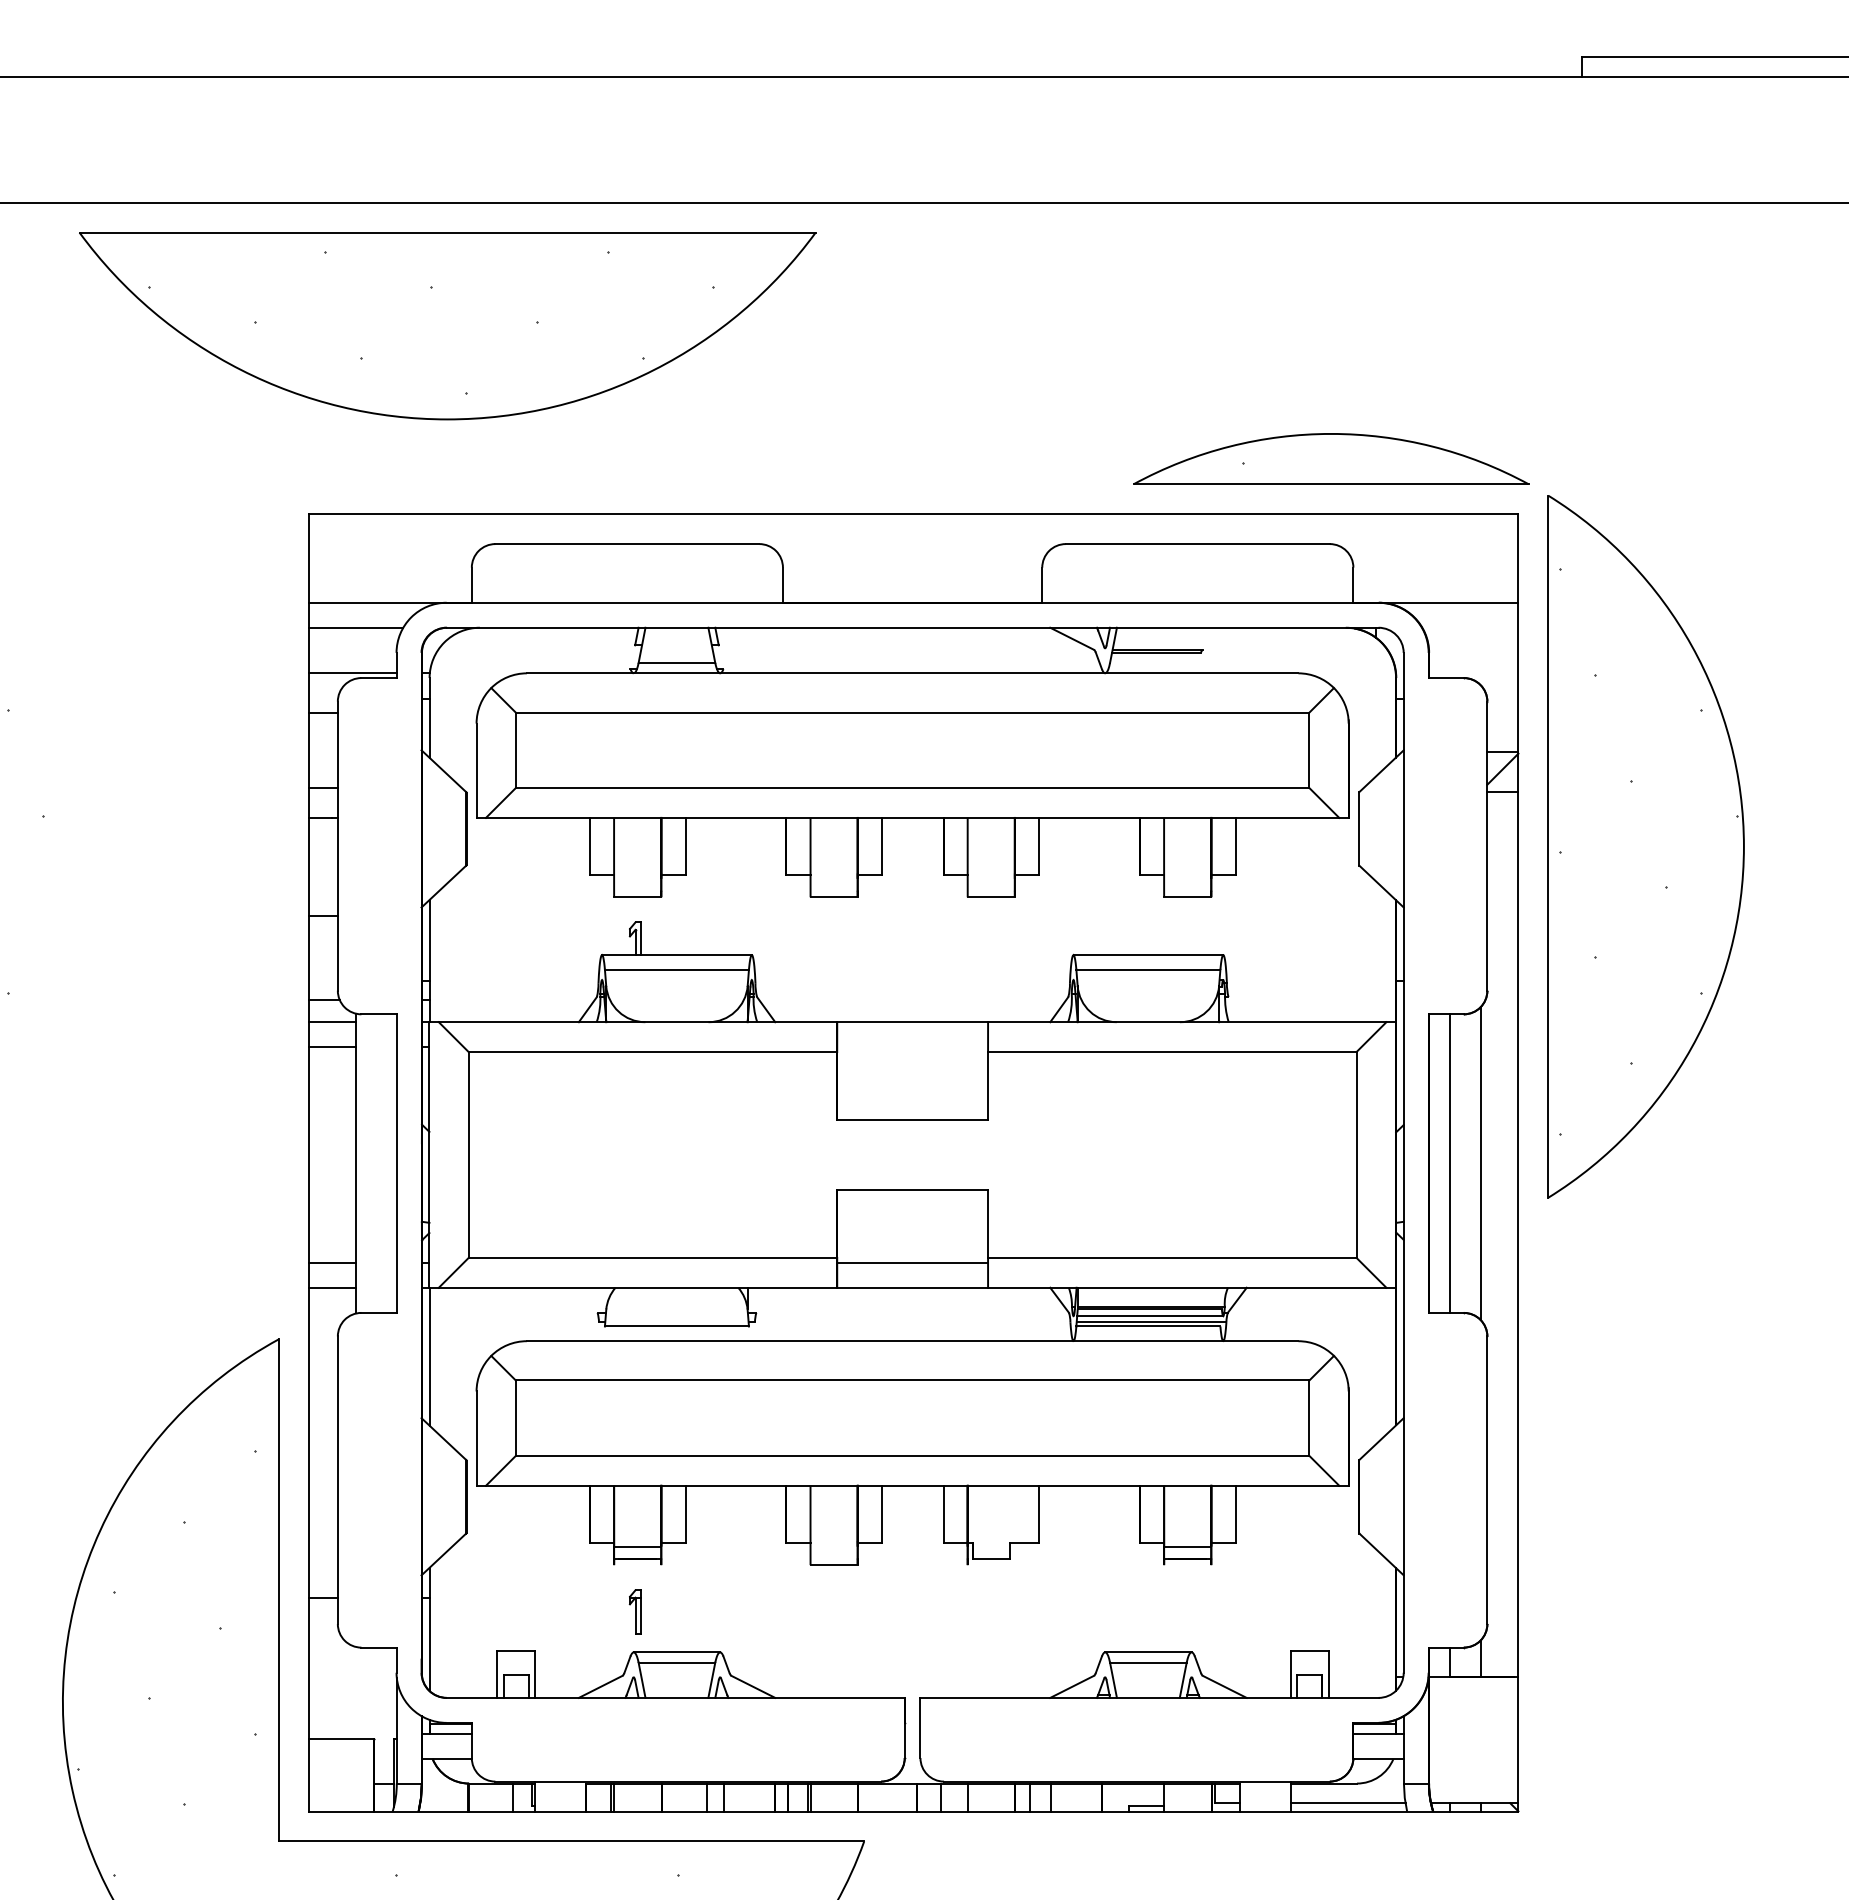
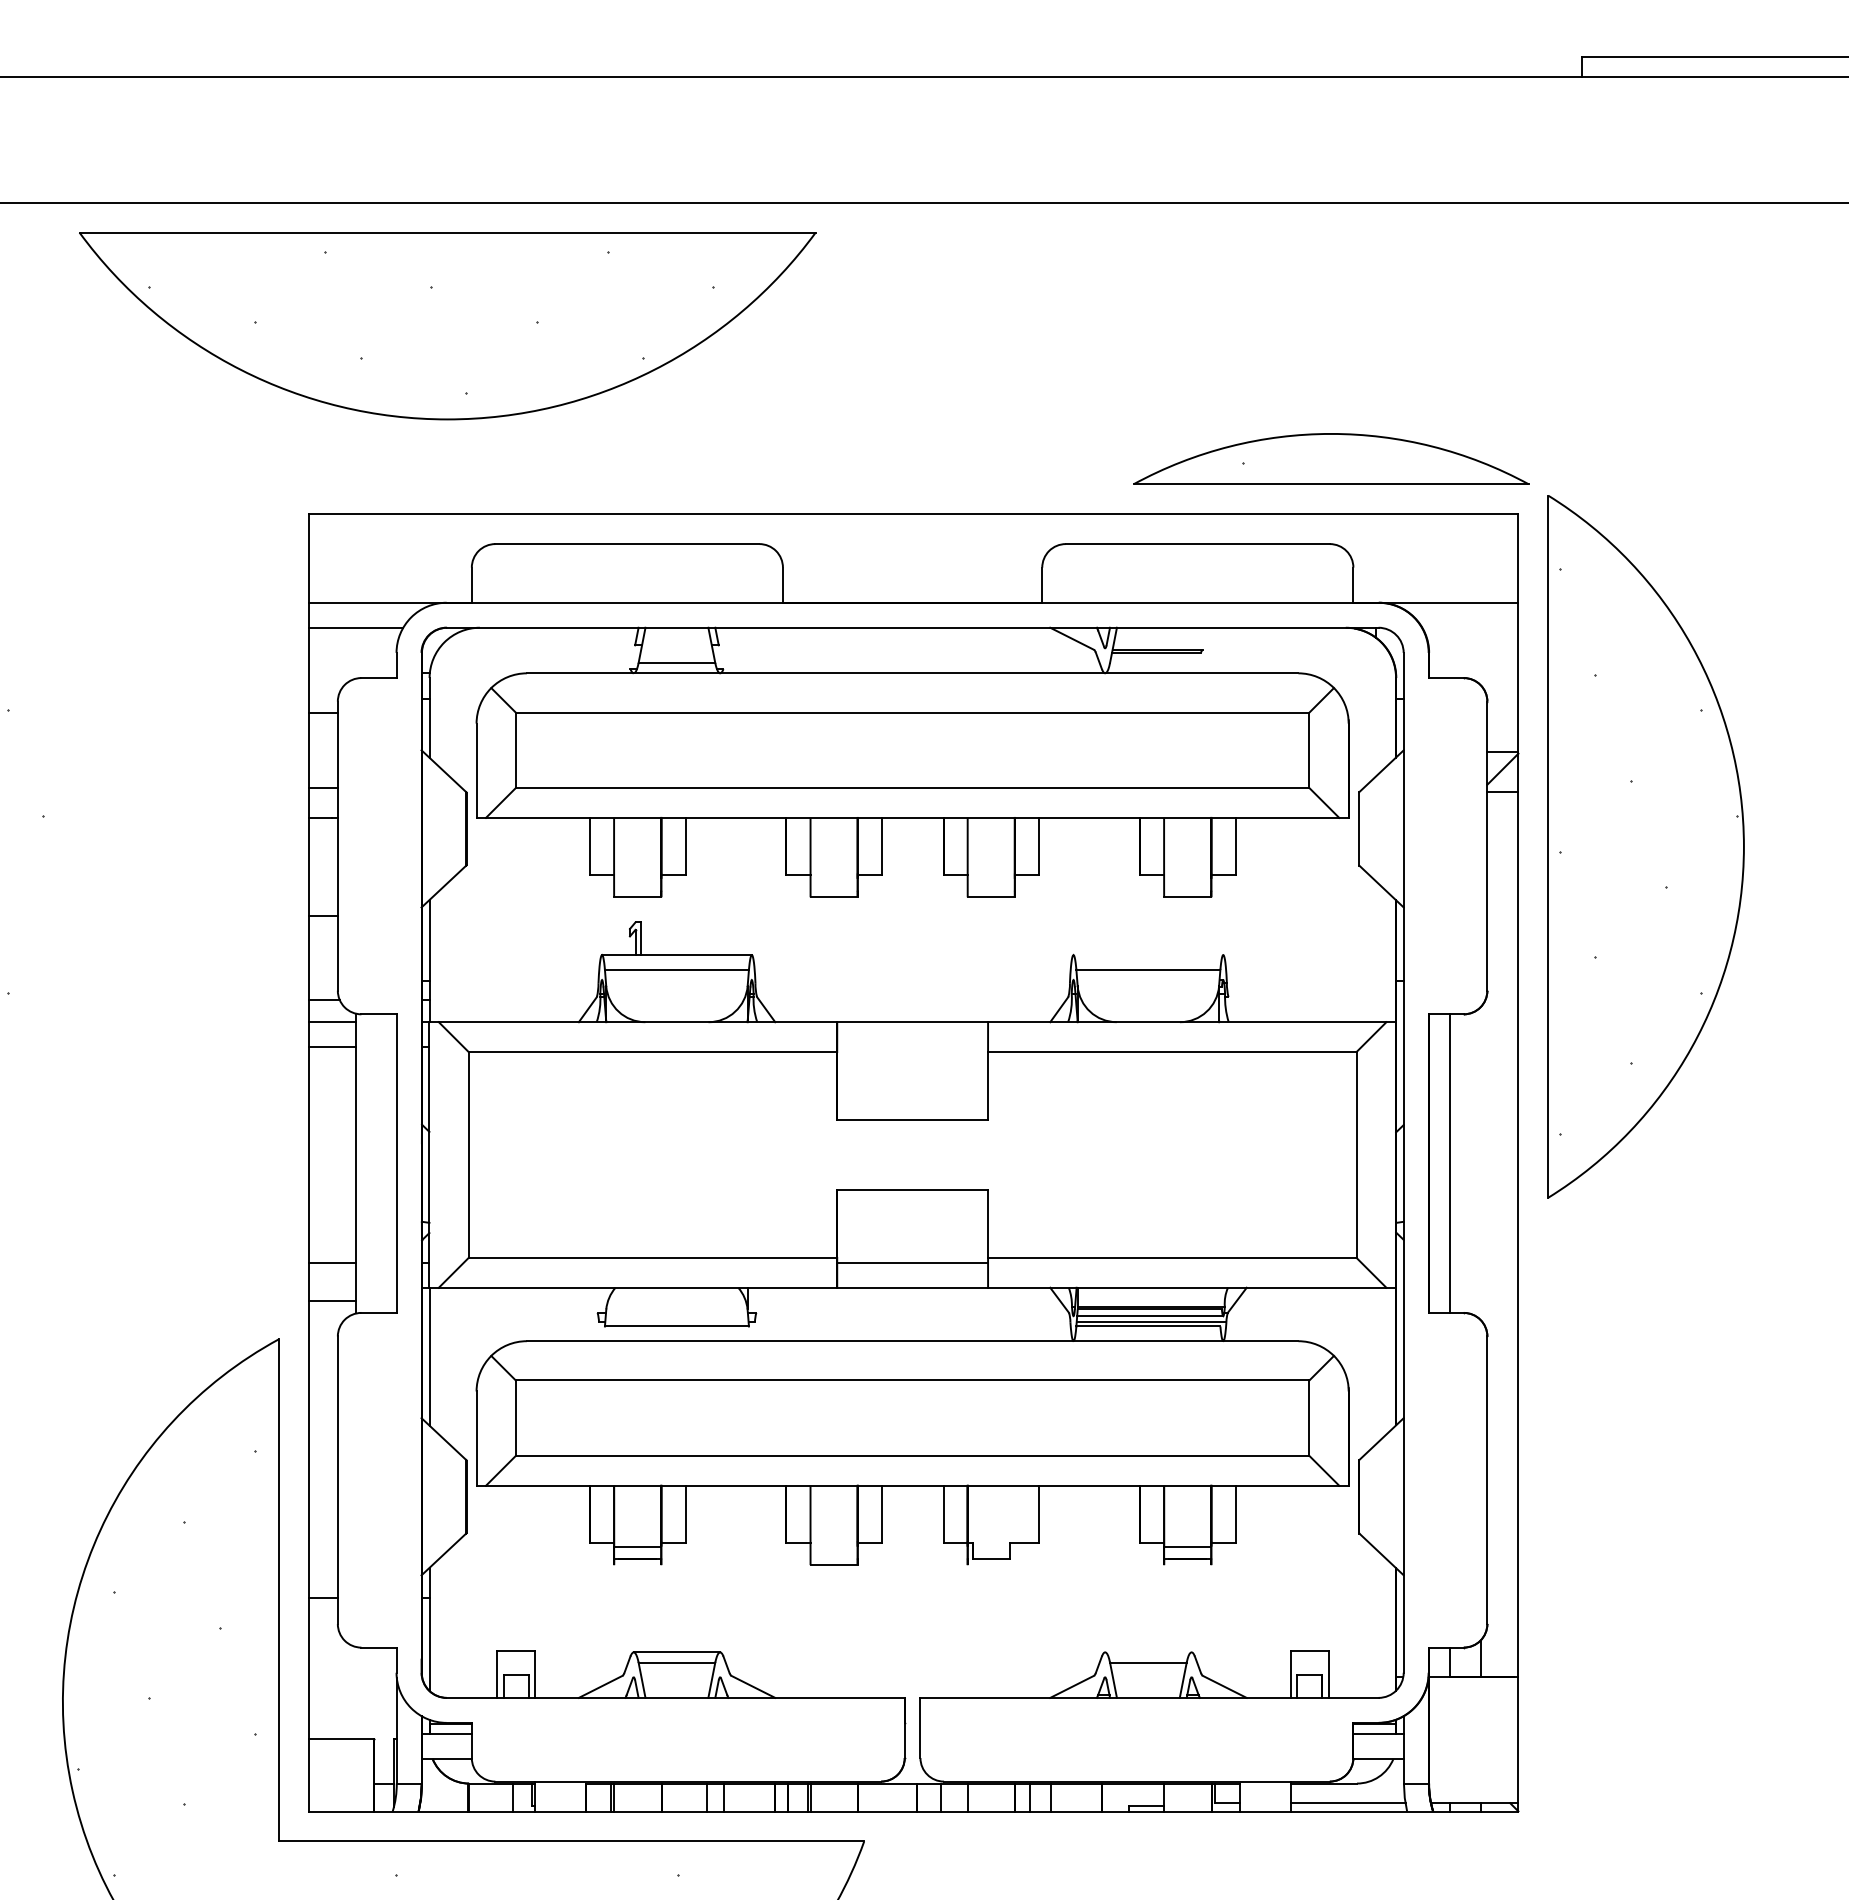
line at (352, 673): present -> none
line at (1148, 955): present -> none
line at (1480, 1163): present -> none
line at (332, 1287) position: (332, 1287) -> (332, 1300)
part at (634, 1611): present -> none
line at (1148, 1652): present -> none
